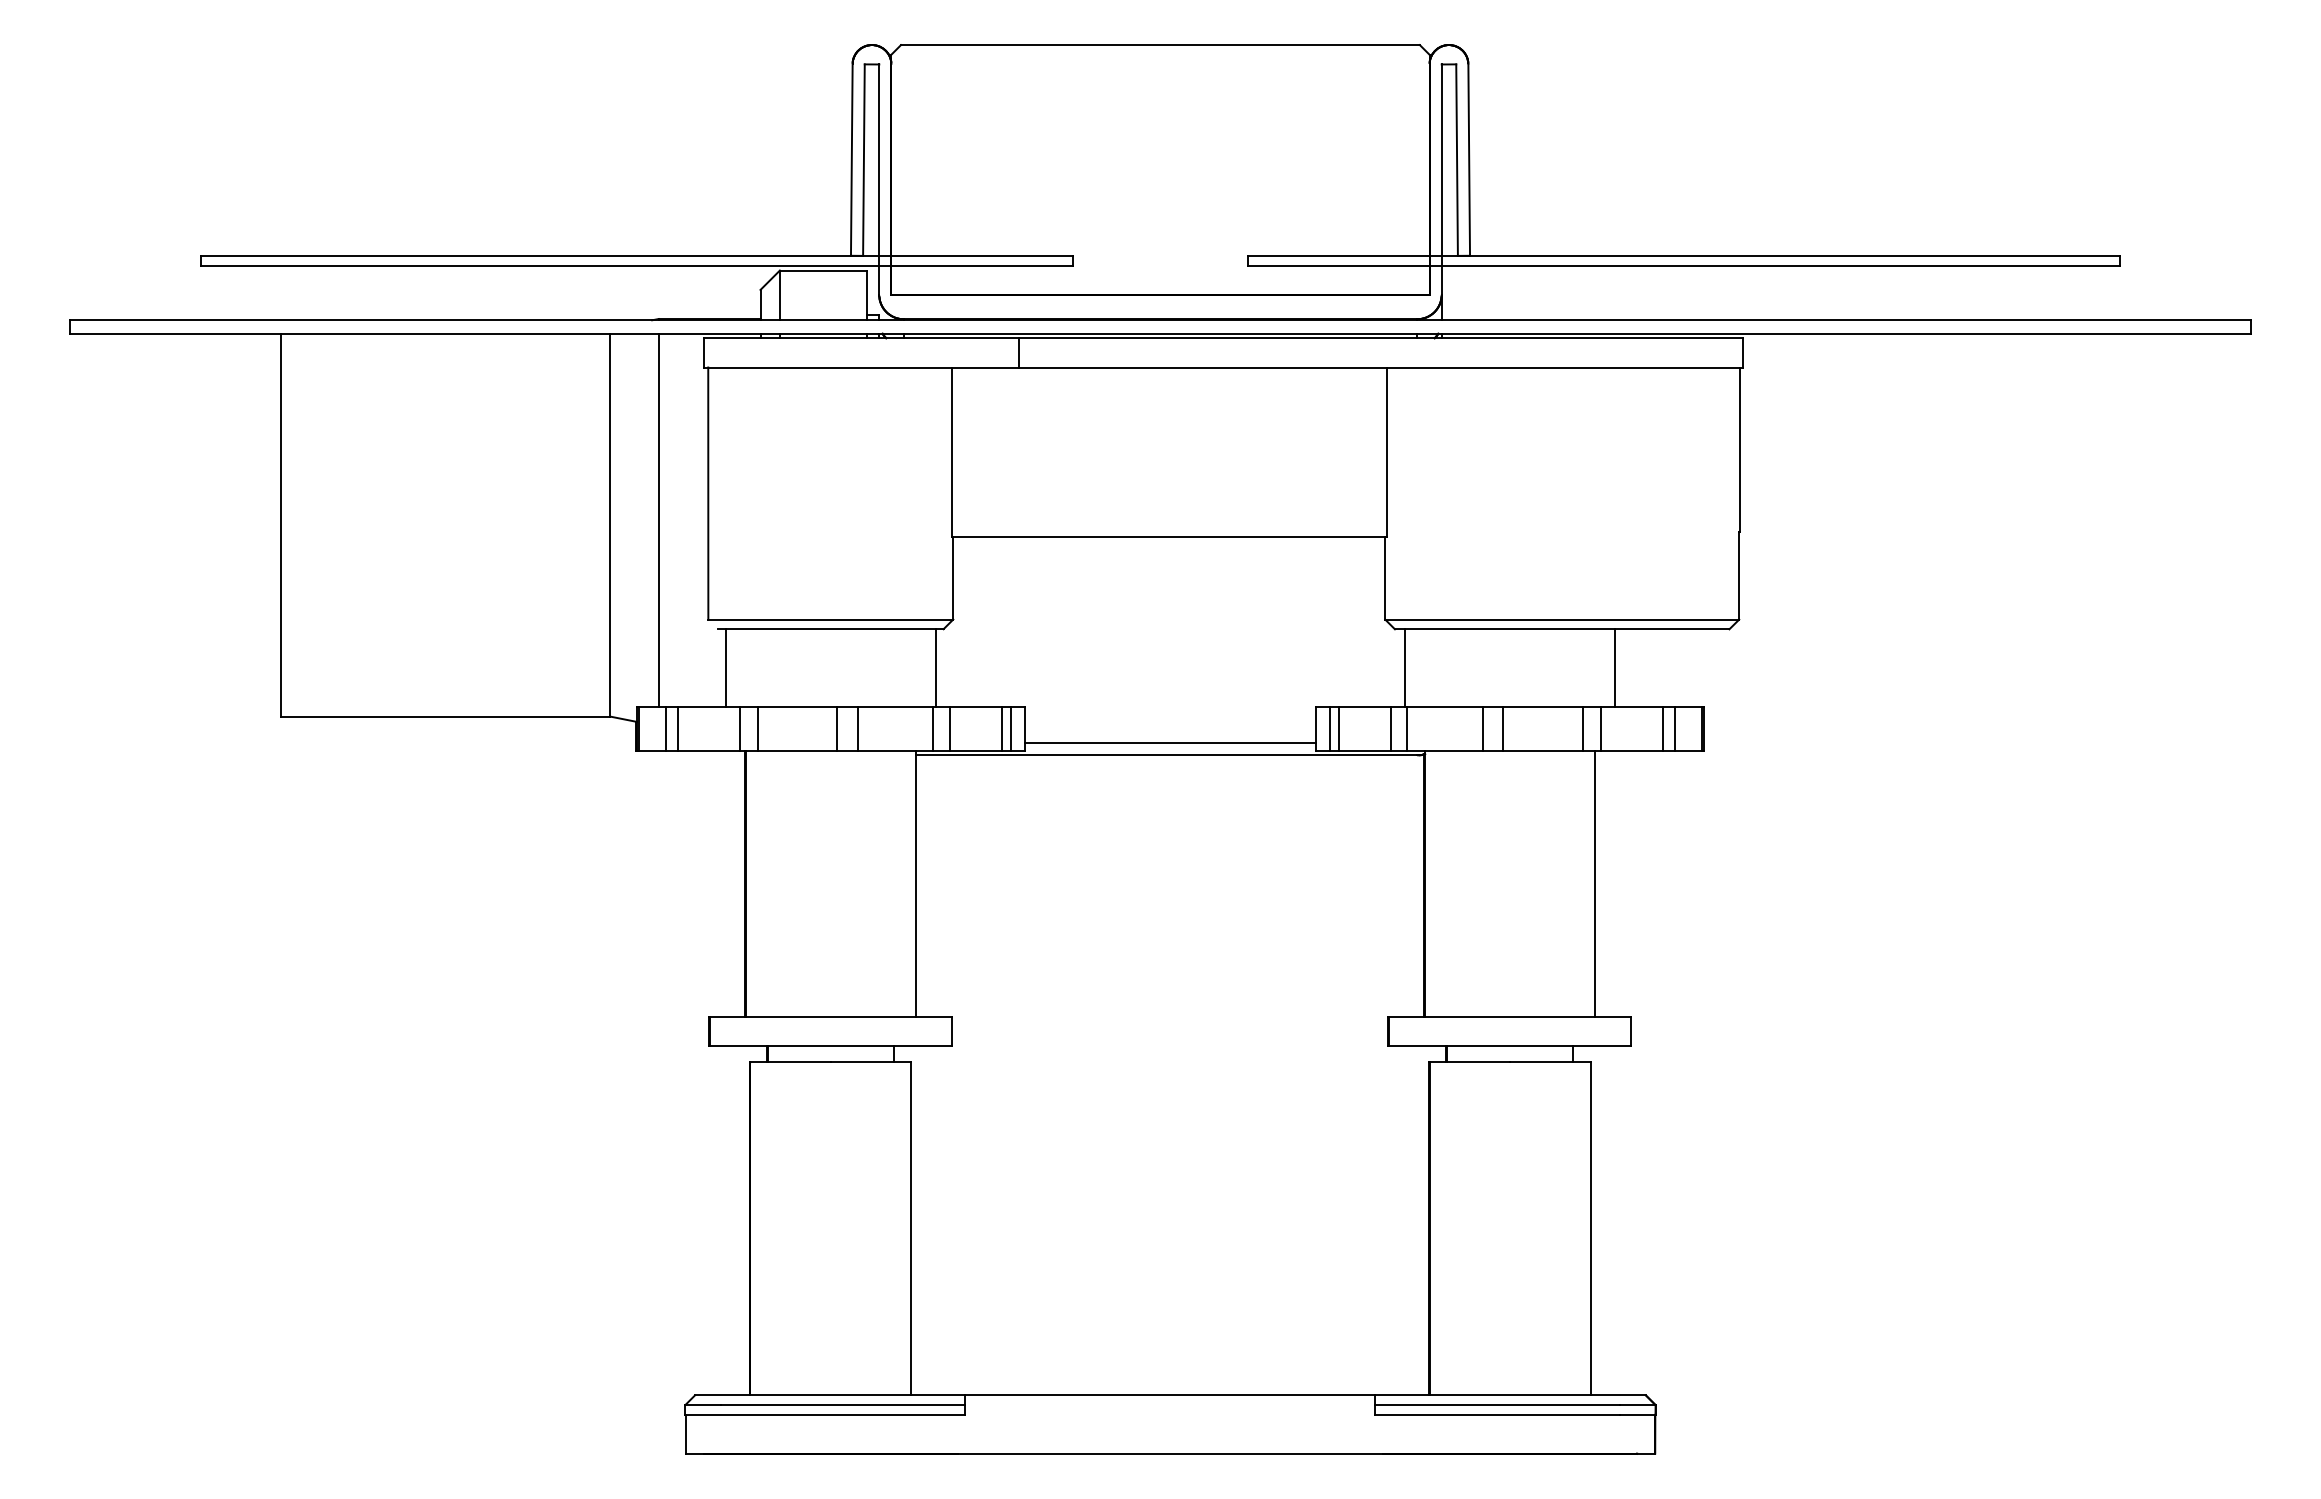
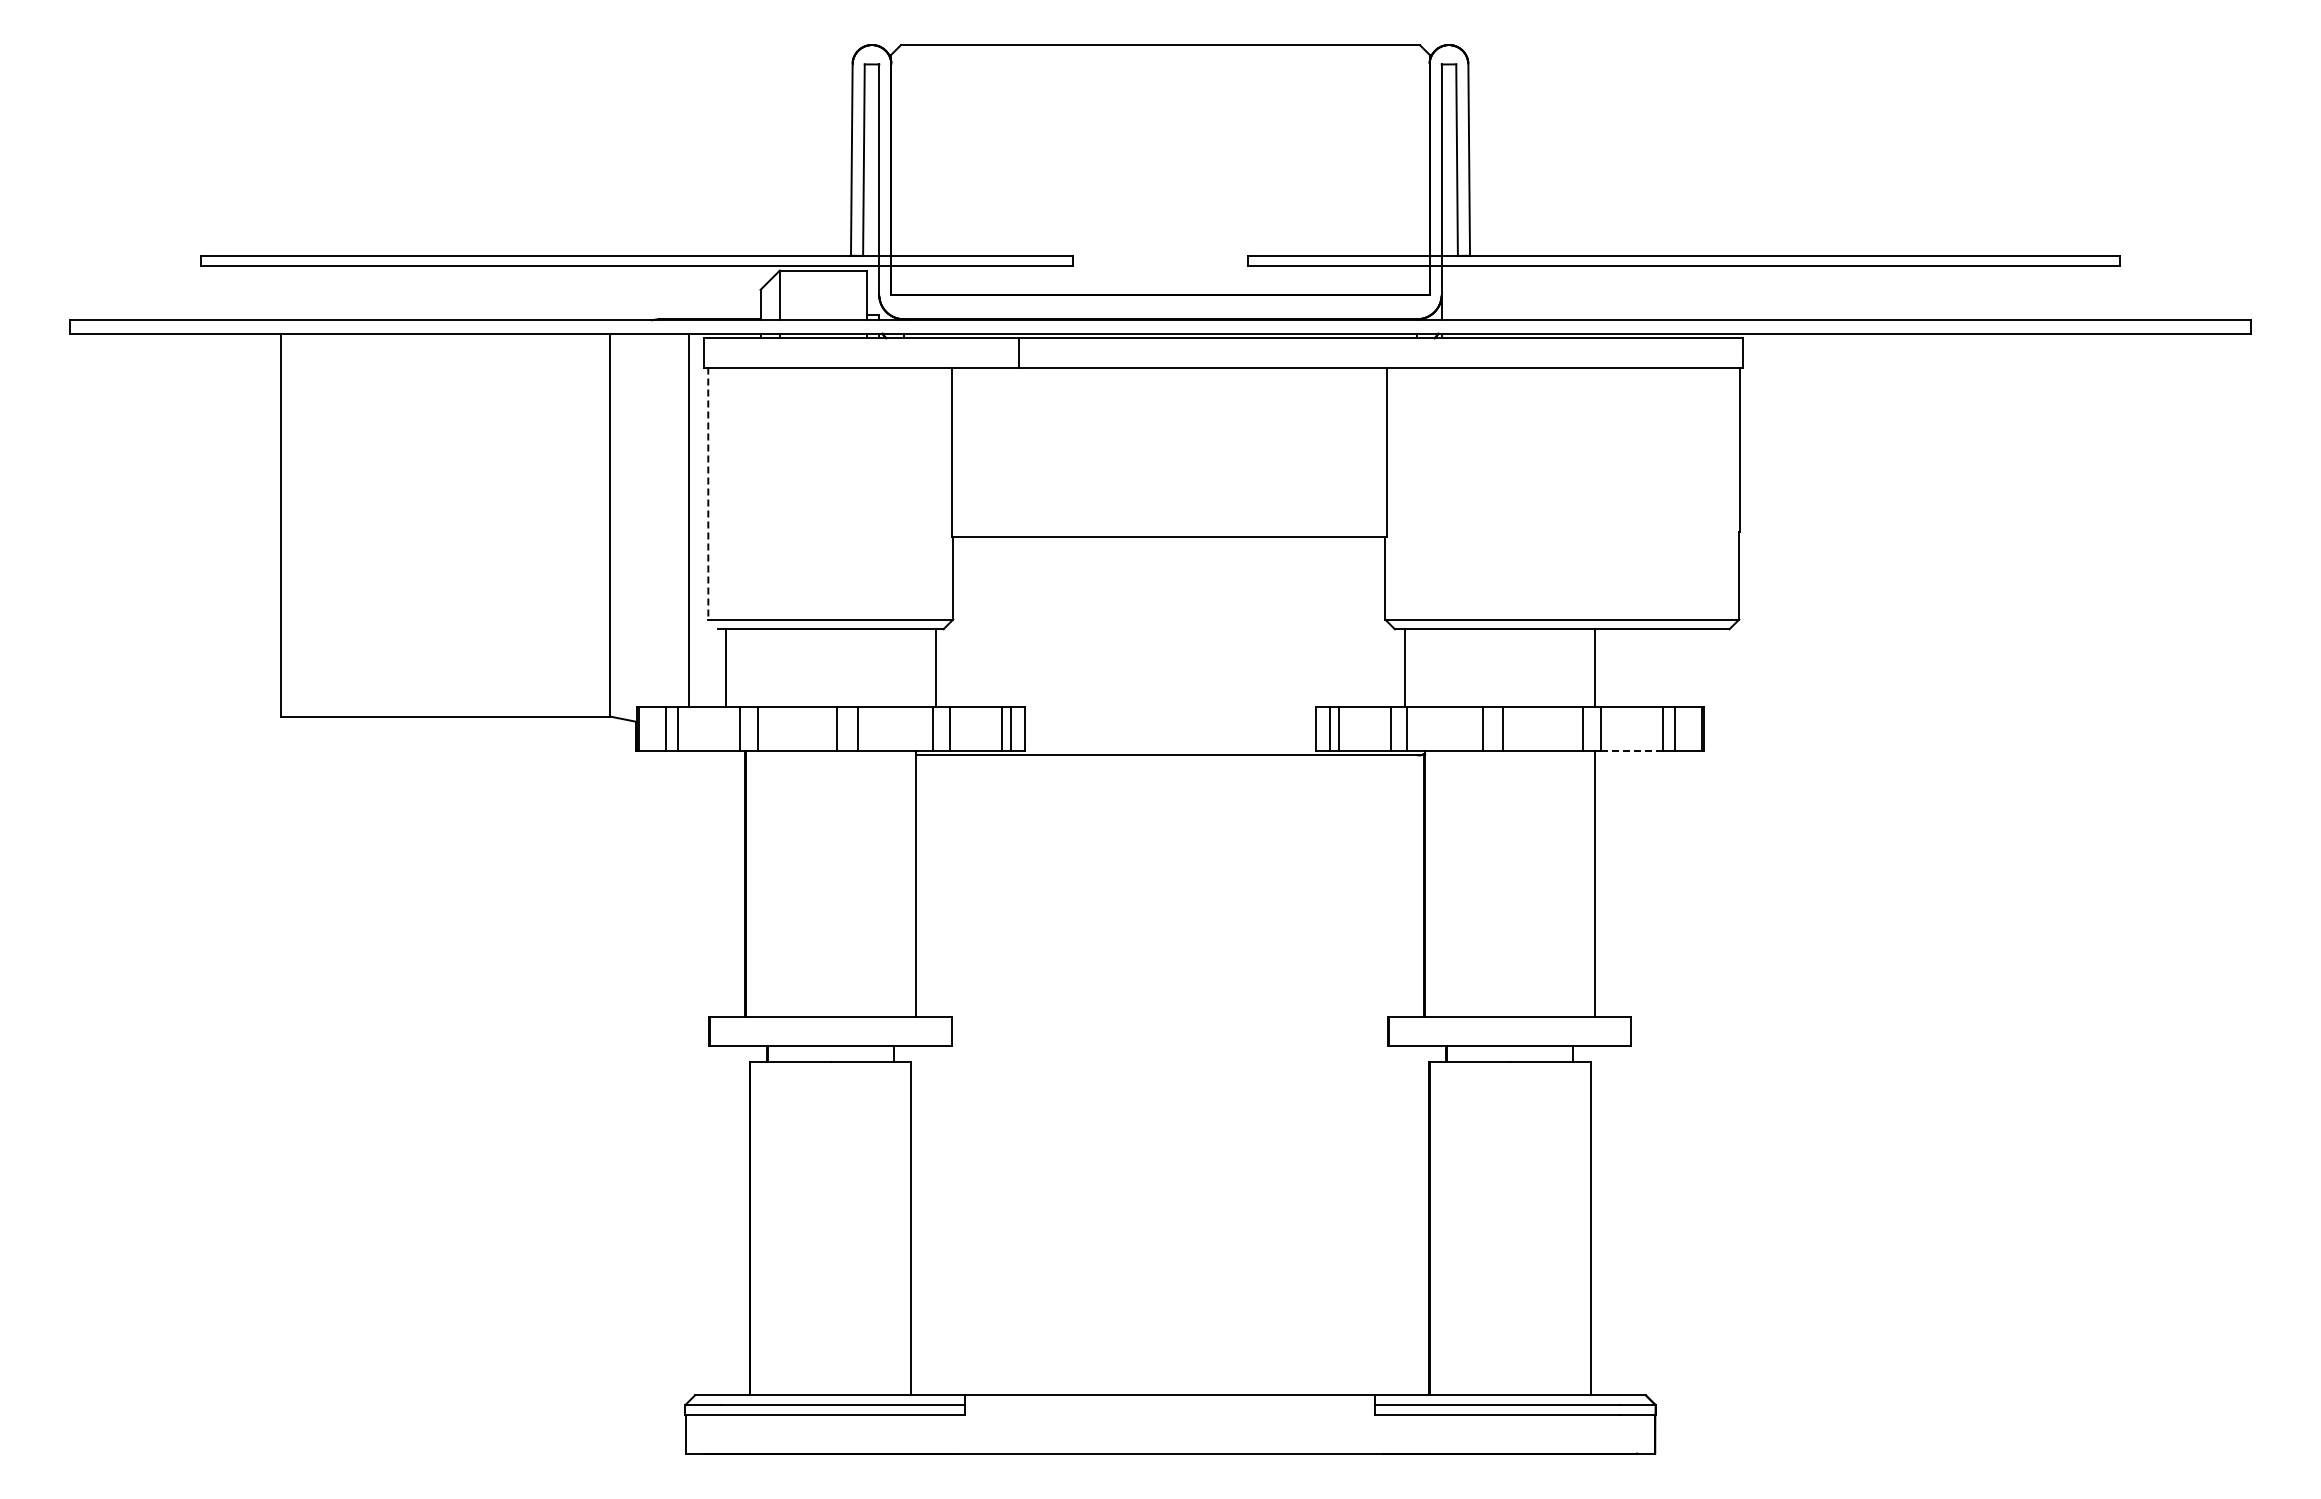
line at (708, 494): solid -> dashed
line at (658, 519) position: (658, 519) -> (688, 519)
line at (1614, 667) position: (1614, 667) -> (1594, 667)
line at (1170, 743): present -> none
line at (1632, 750): solid -> dashed
